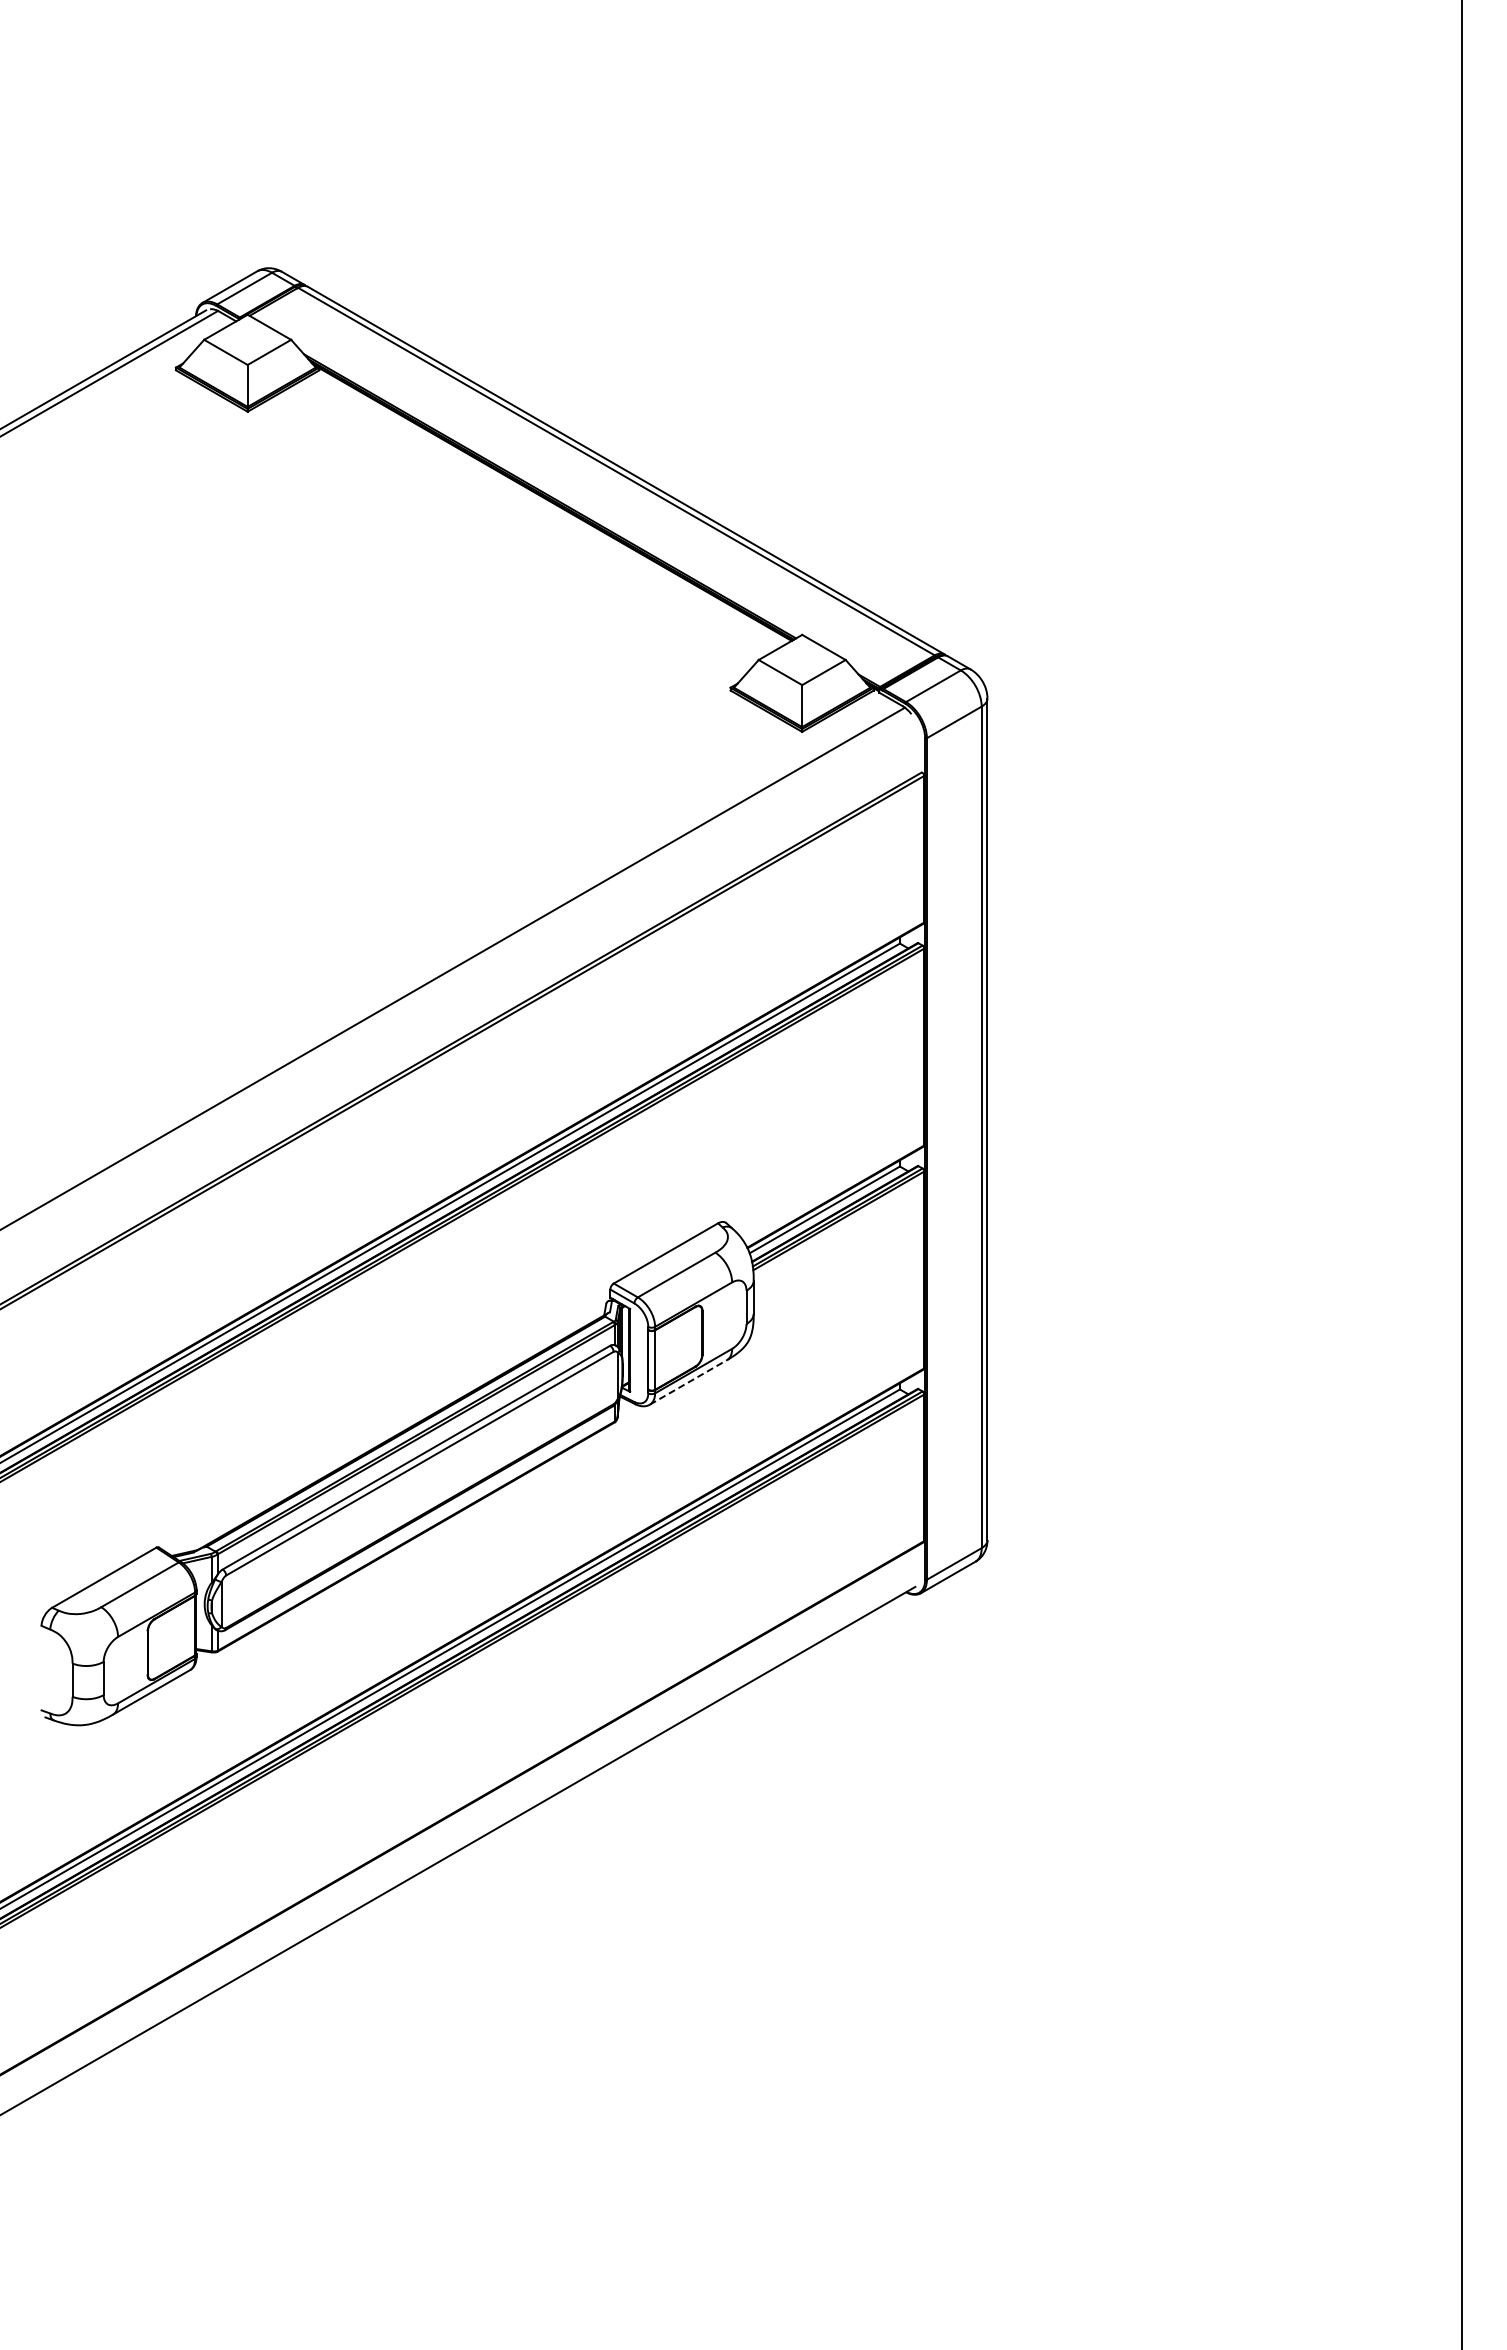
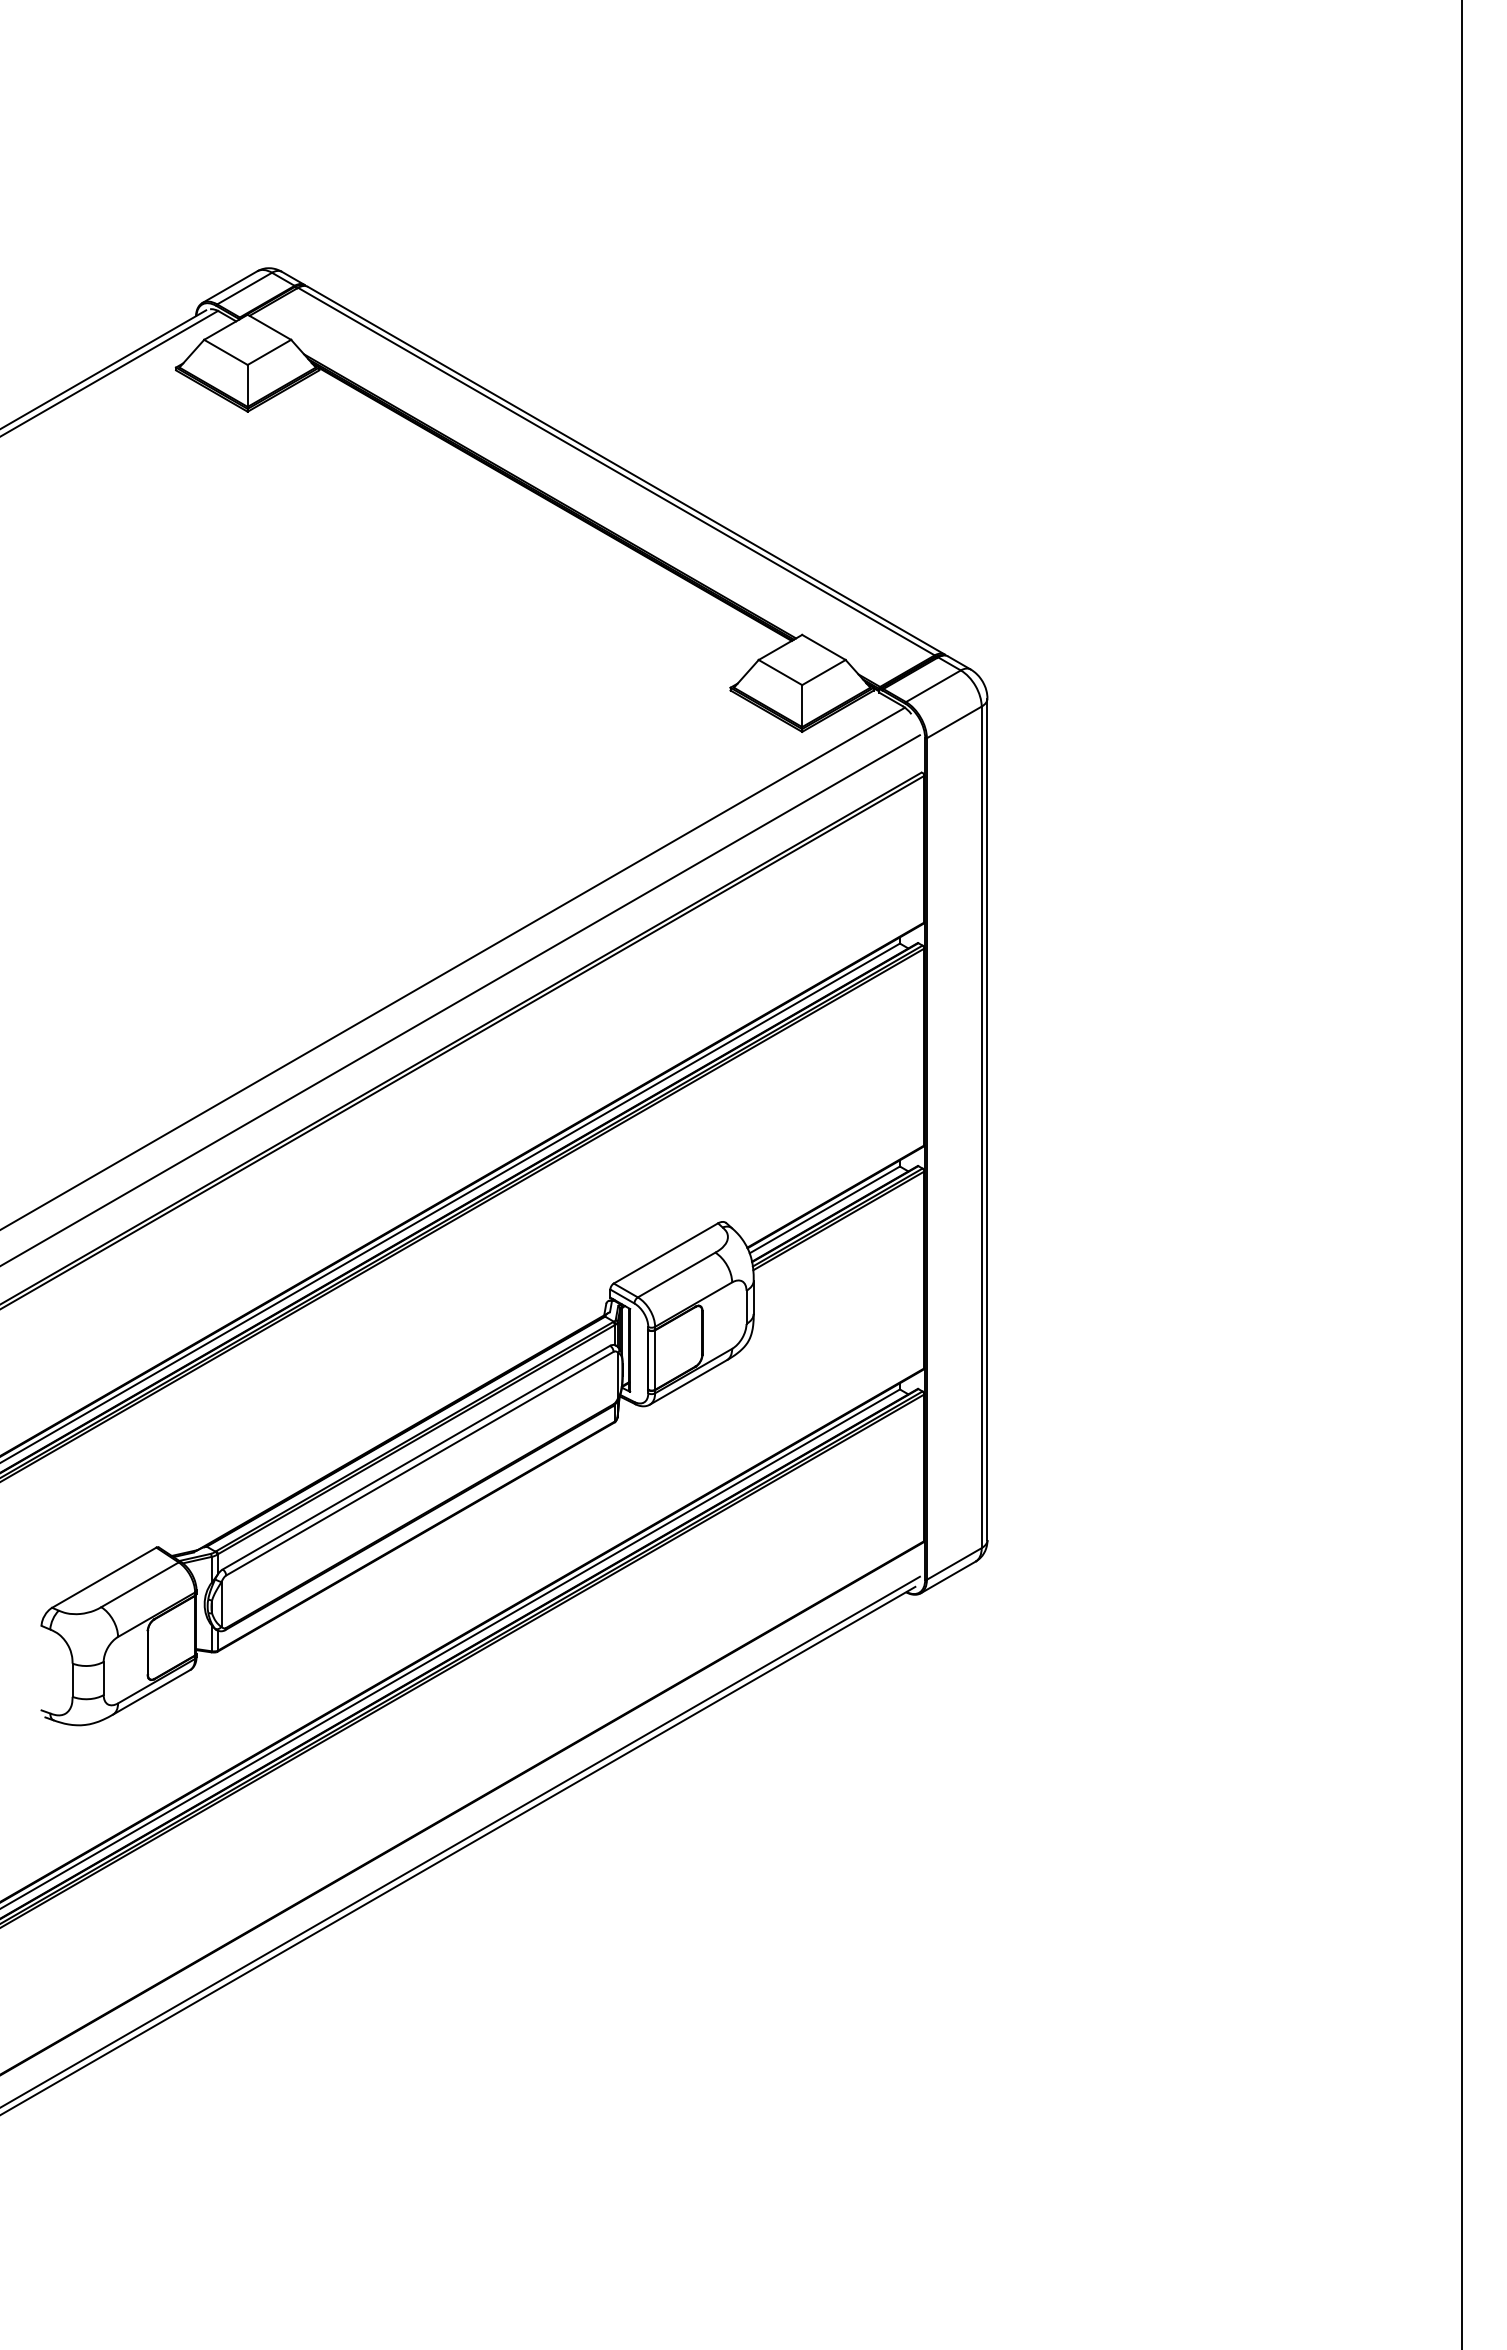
line at (460, 999): none -> present
line at (688, 1382): dashed -> solid
line at (460, 1841): none -> present
